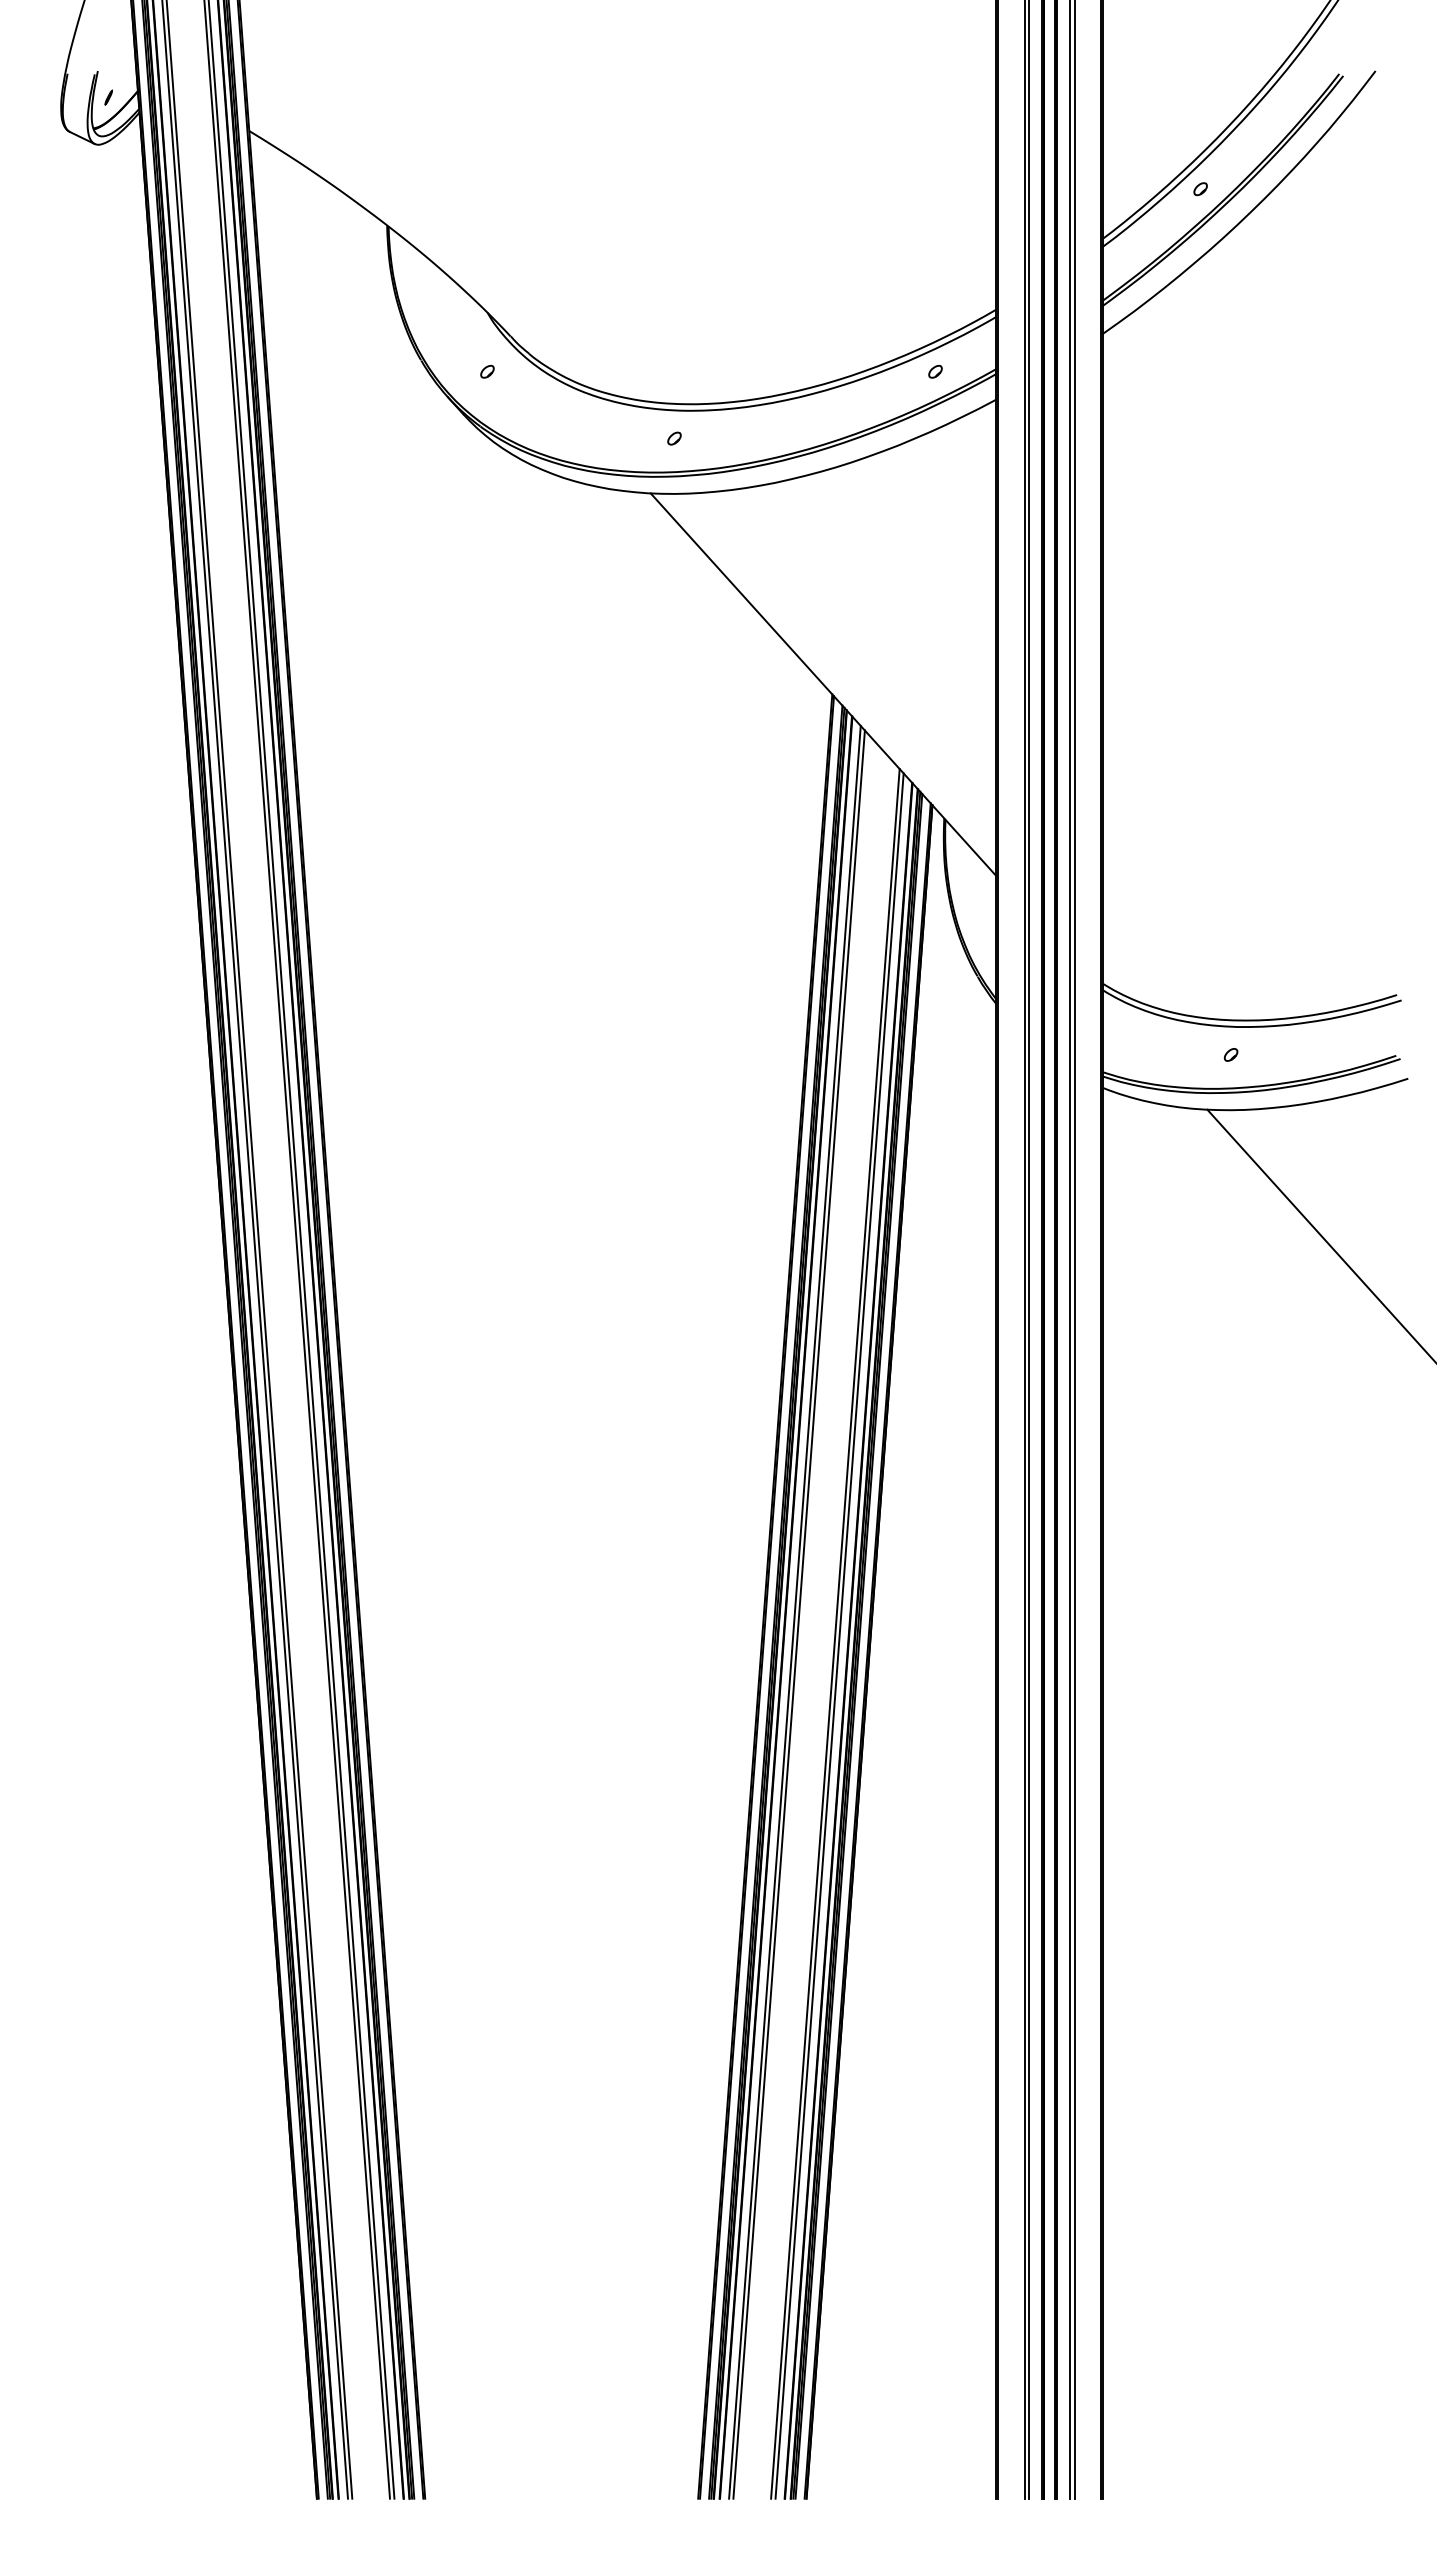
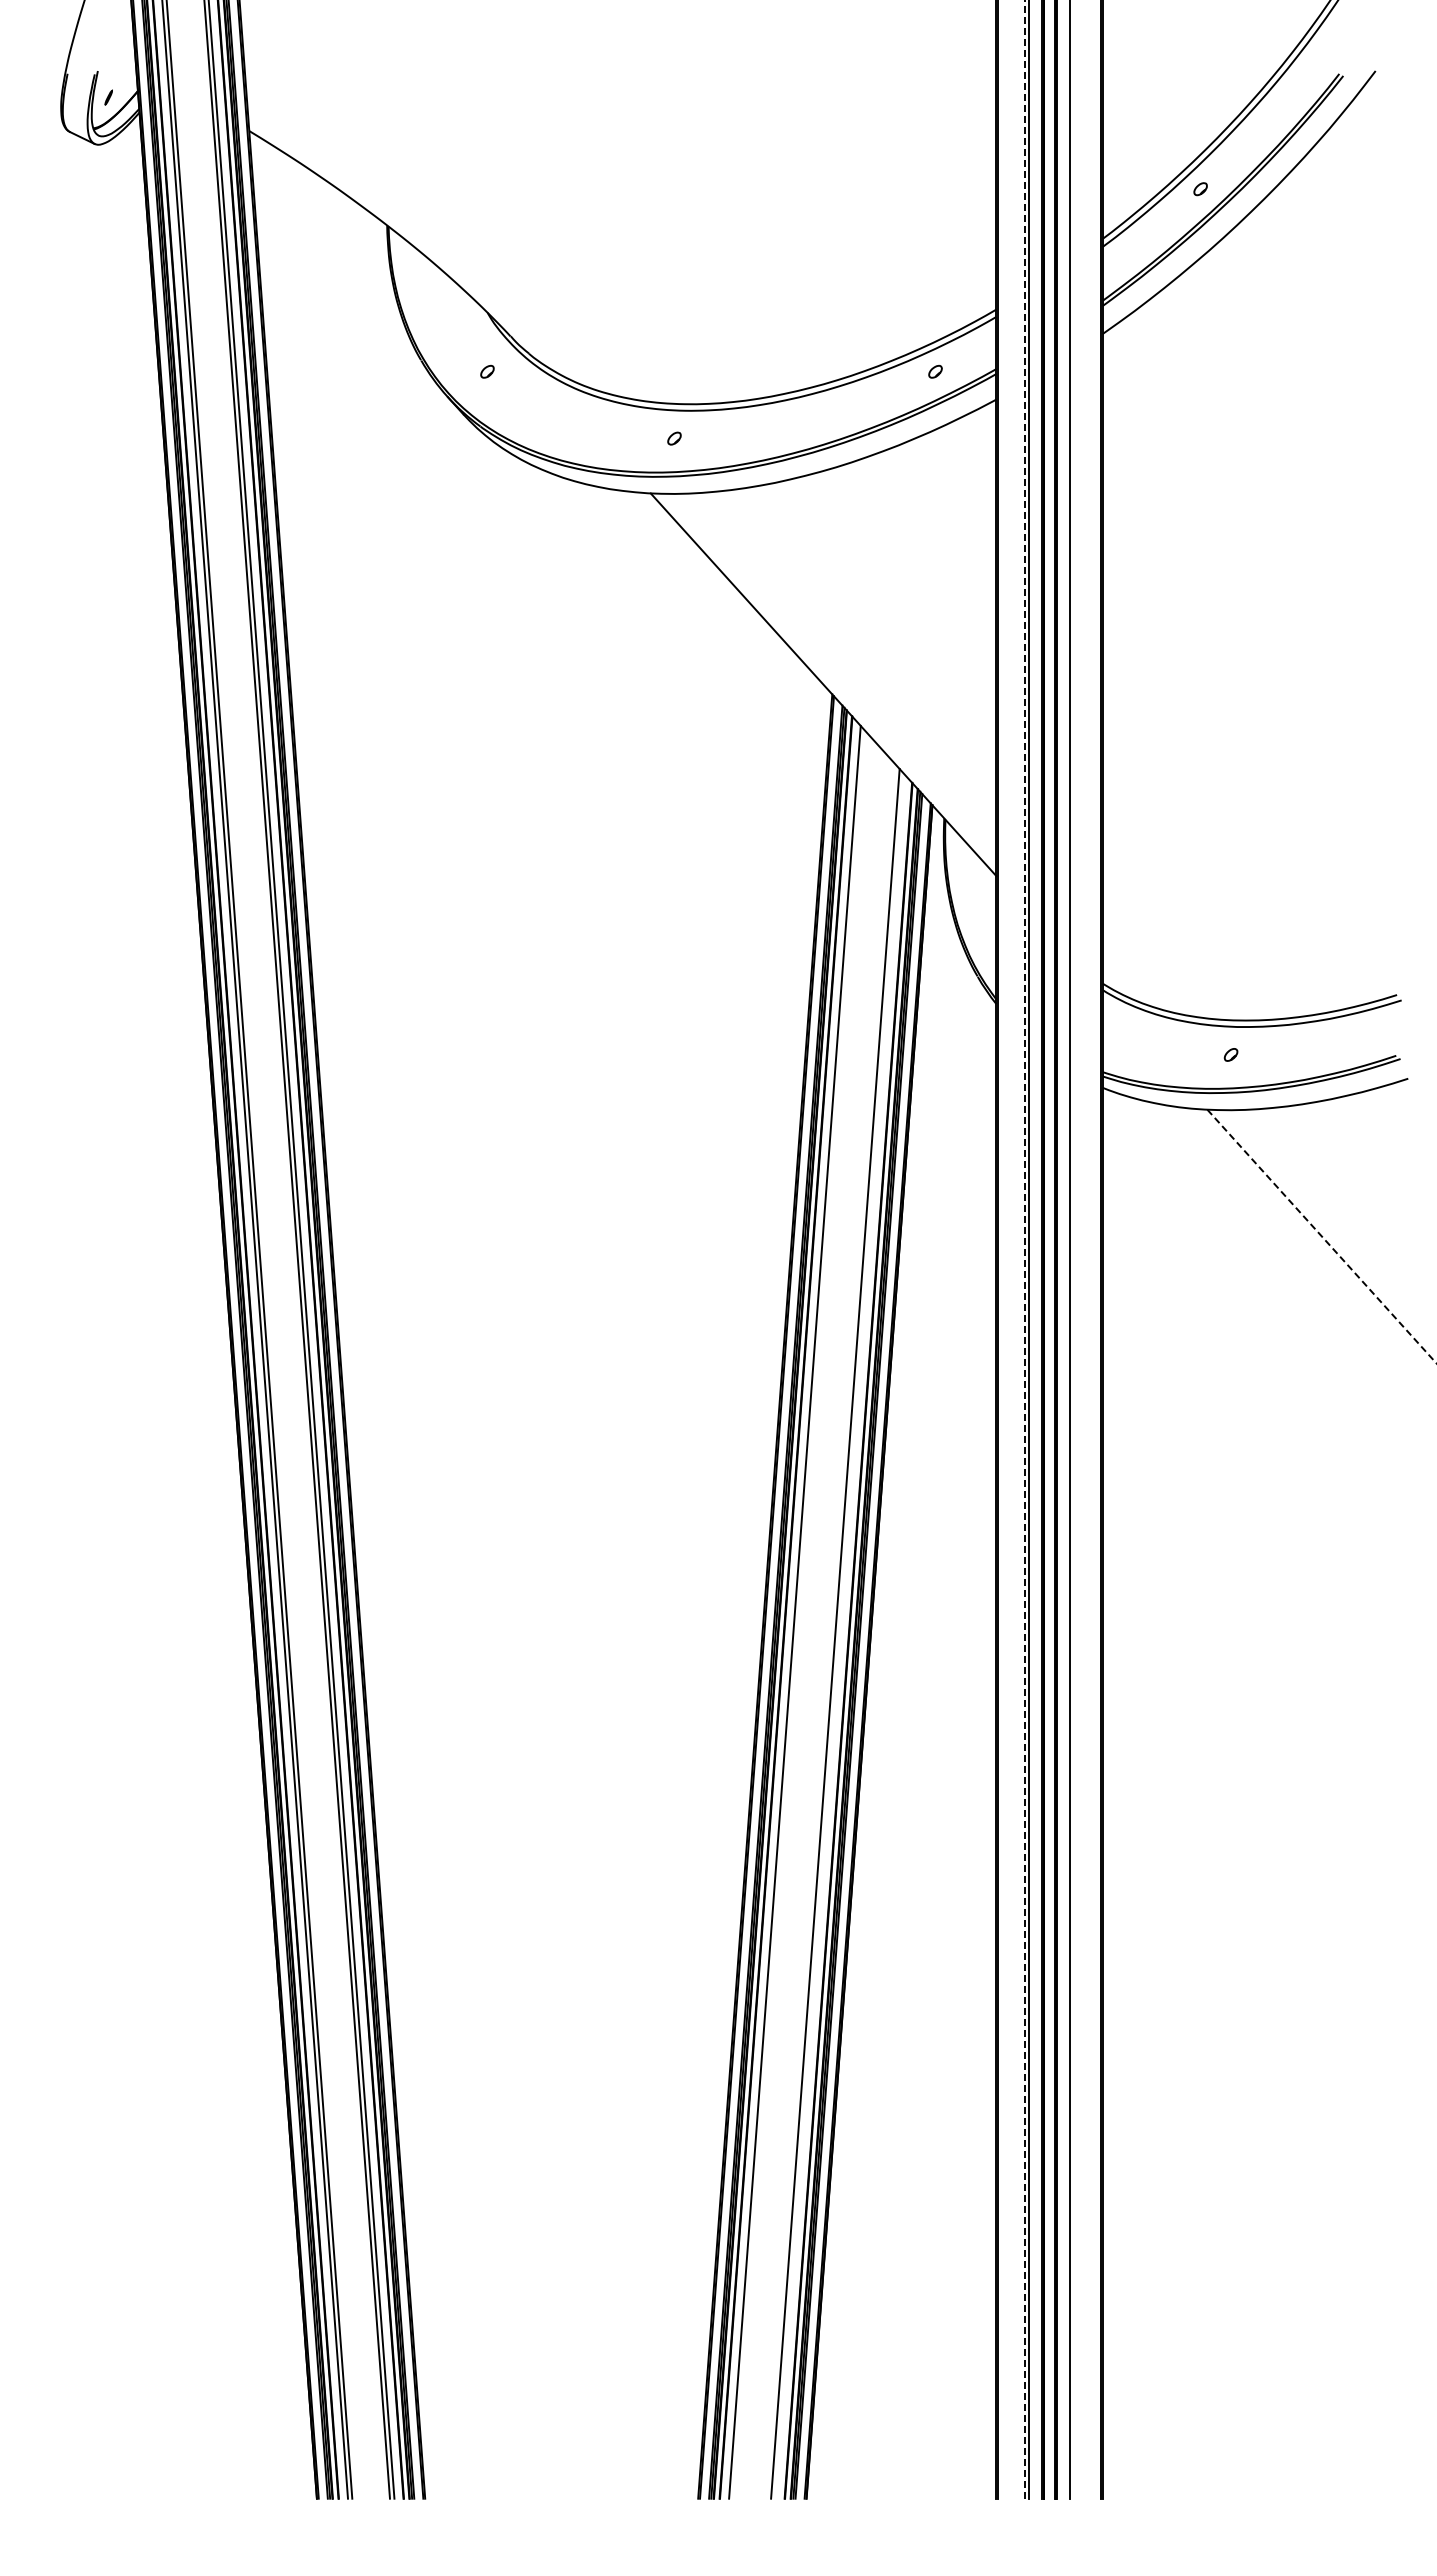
line at (1321, 1236): solid -> dashed
line at (1024, 1249): solid -> dashed
line at (1074, 1250): present -> none
line at (798, 1614): present -> none
line at (839, 1635): present -> none
